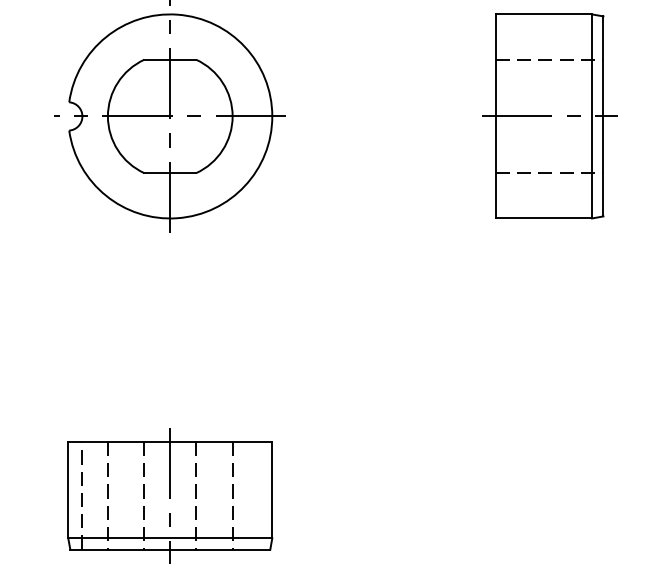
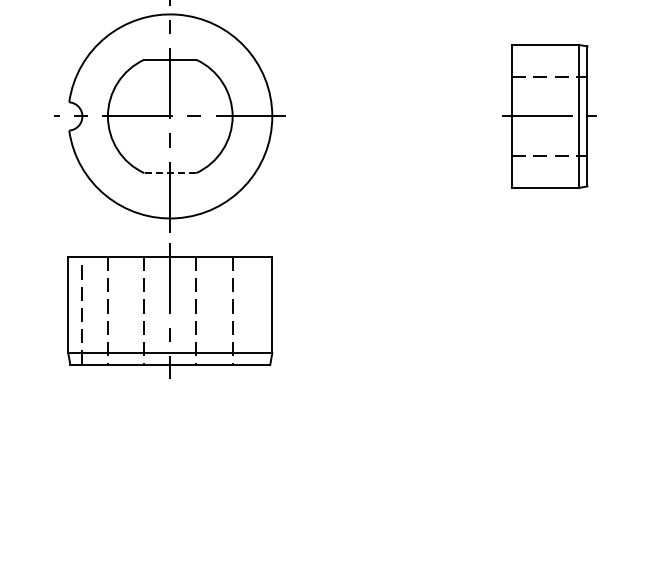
part at (549, 116) size: 136x207 px -> 95x145 px
line at (170, 173): solid -> dashed
part at (170, 495) position: (170, 495) -> (170, 310)
